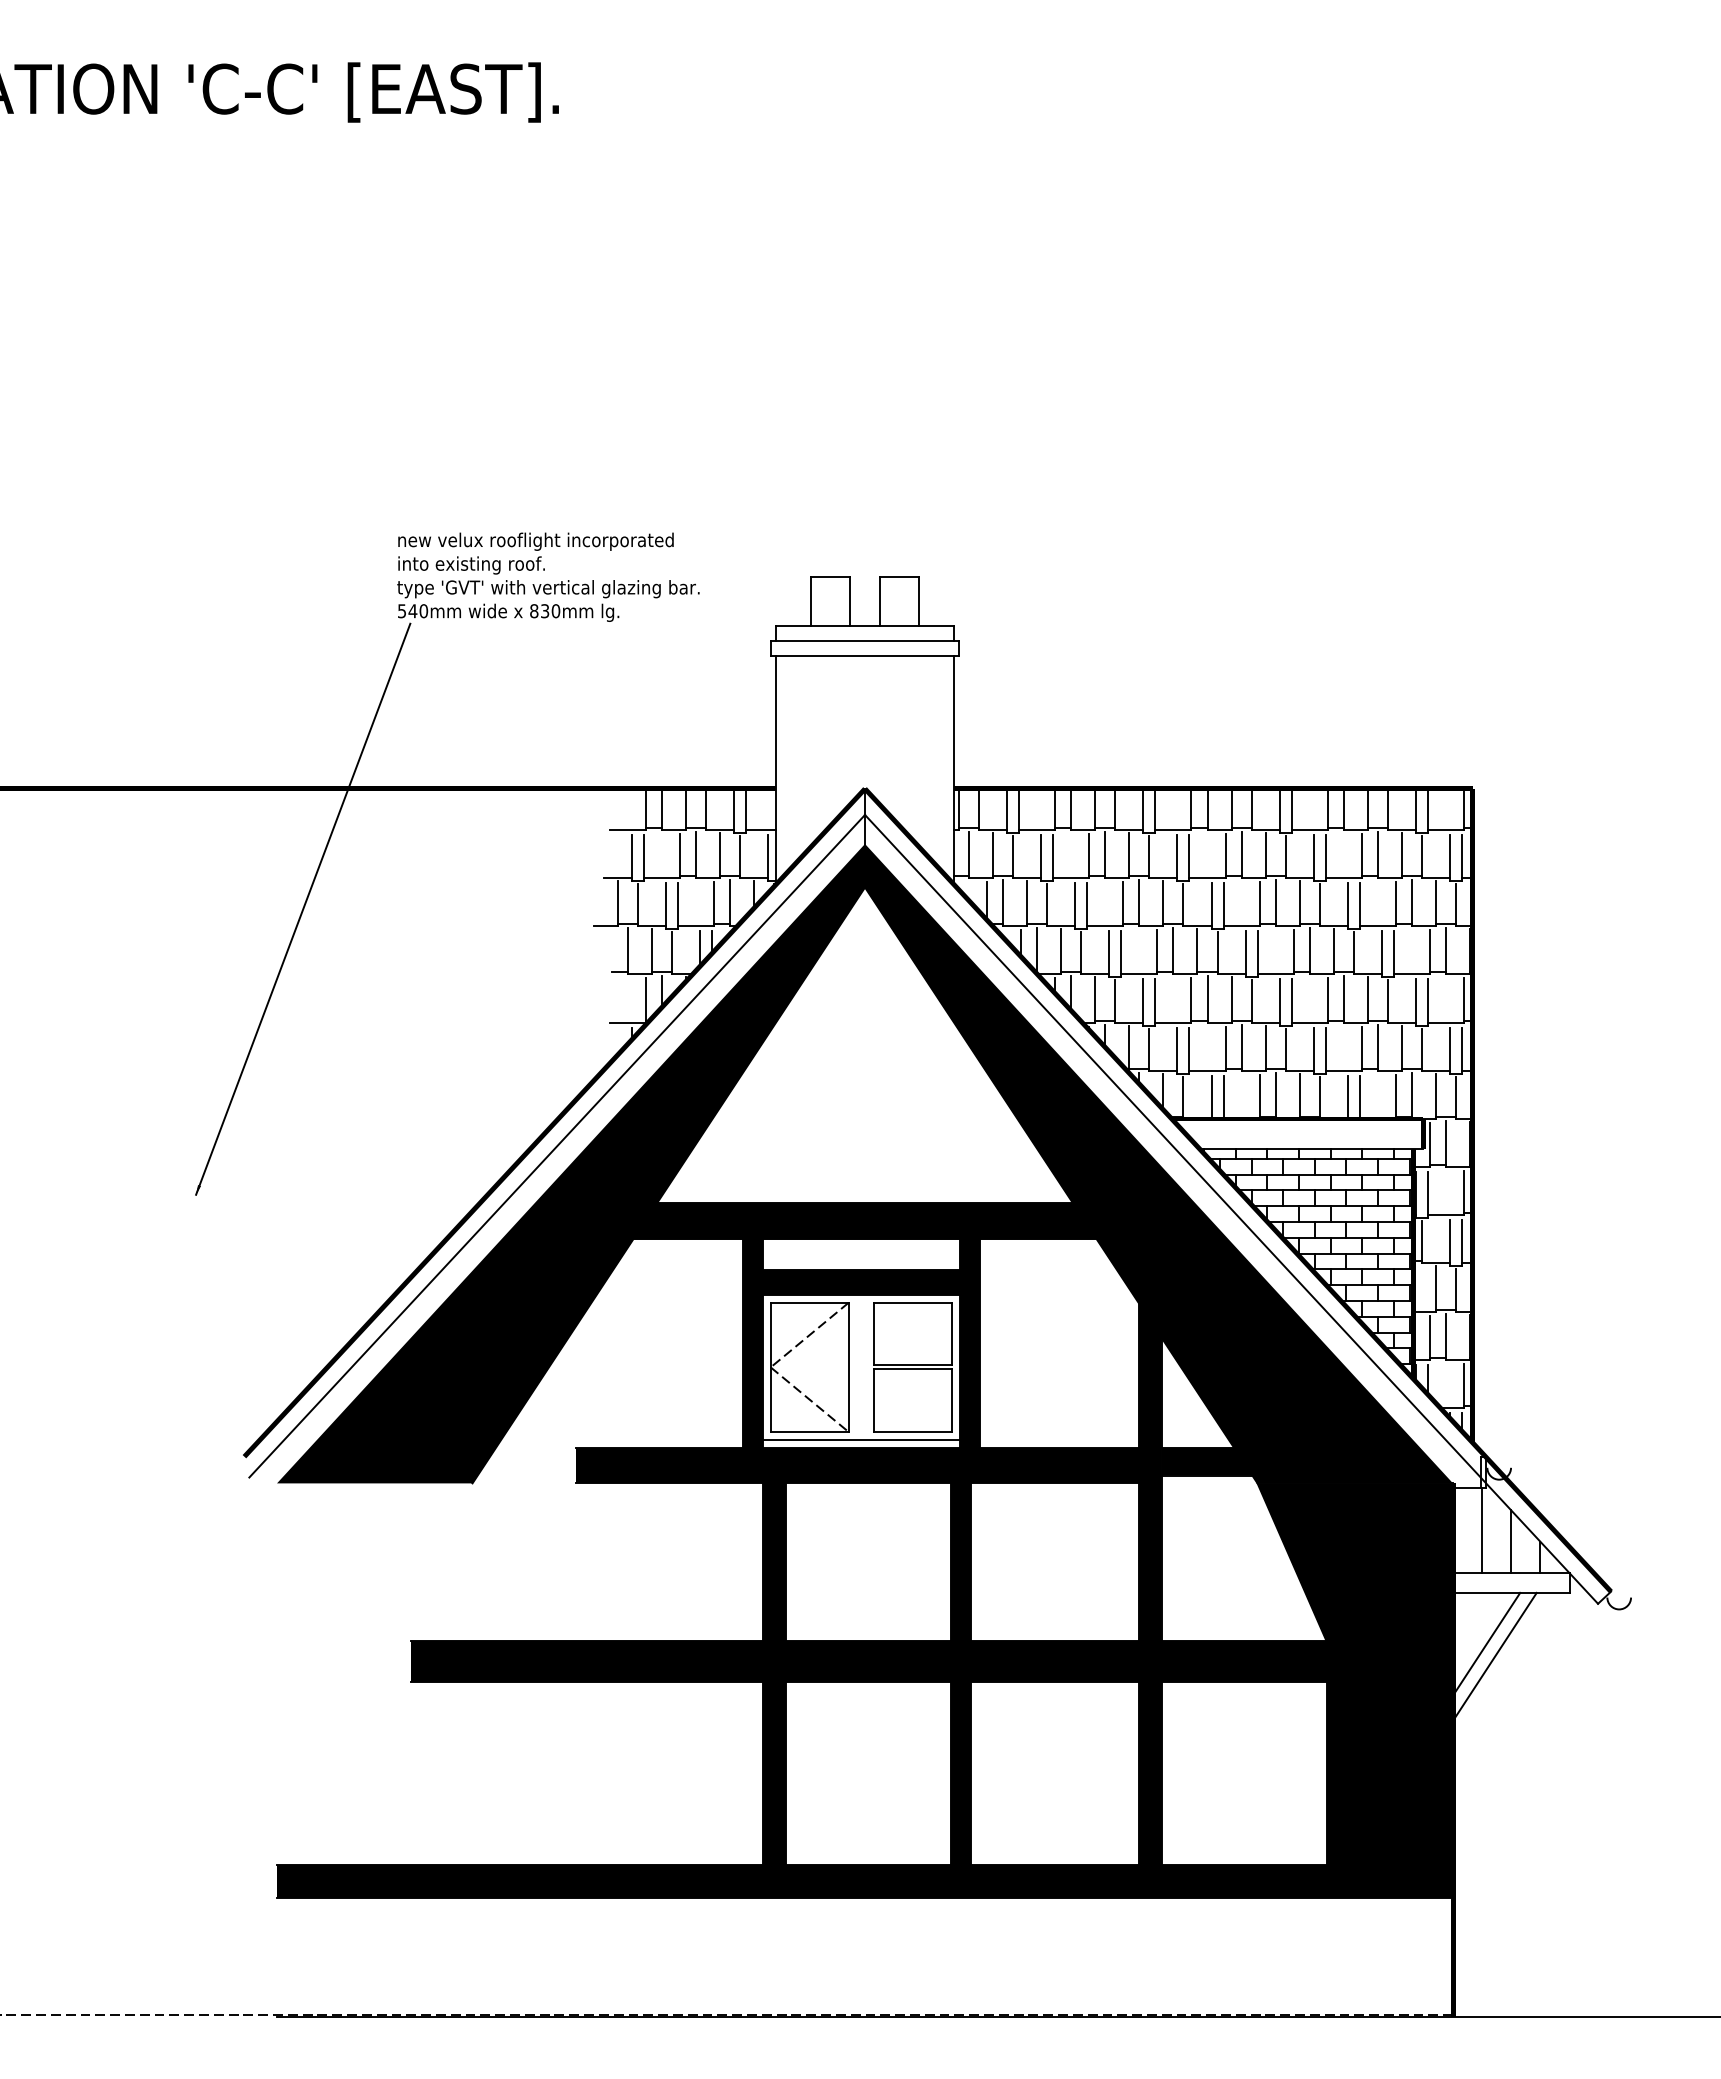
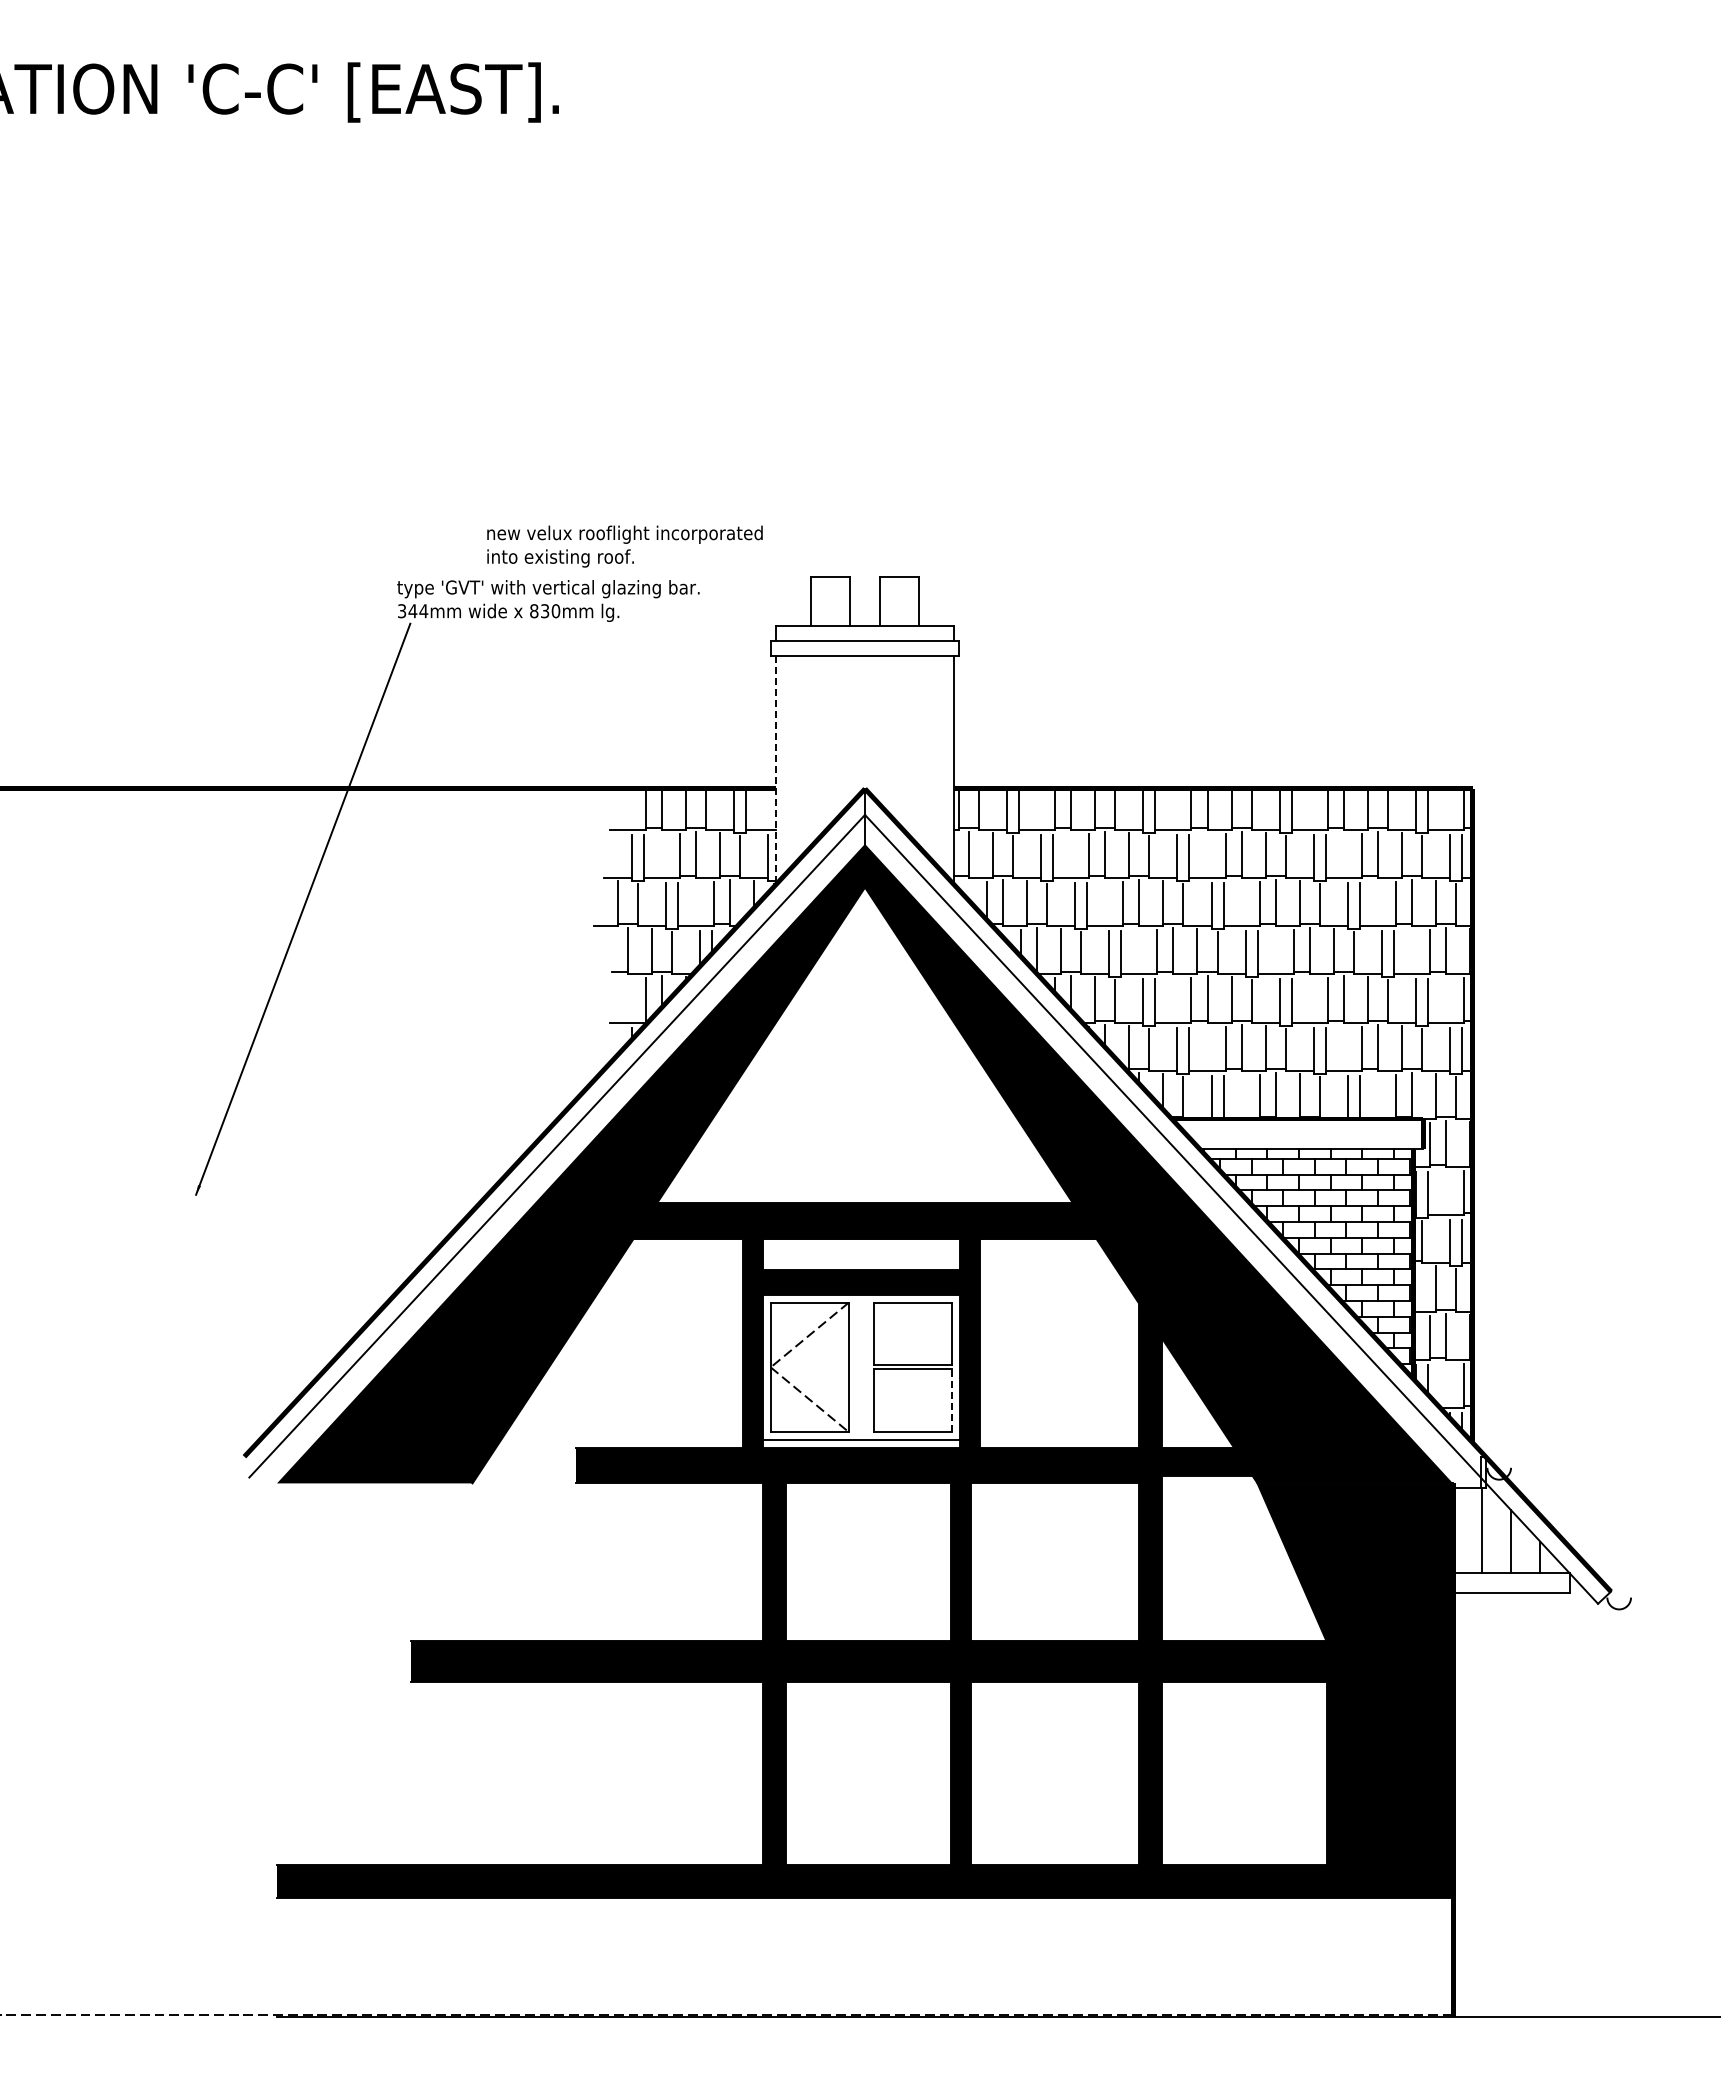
text at (535, 553) position: (535, 553) -> (624, 546)
text at (413, 611): 540mm -> 344mm
line at (776, 770): solid -> dashed
line at (952, 1400): solid -> dashed
line at (1486, 1643): present -> none
line at (1494, 1656): present -> none
